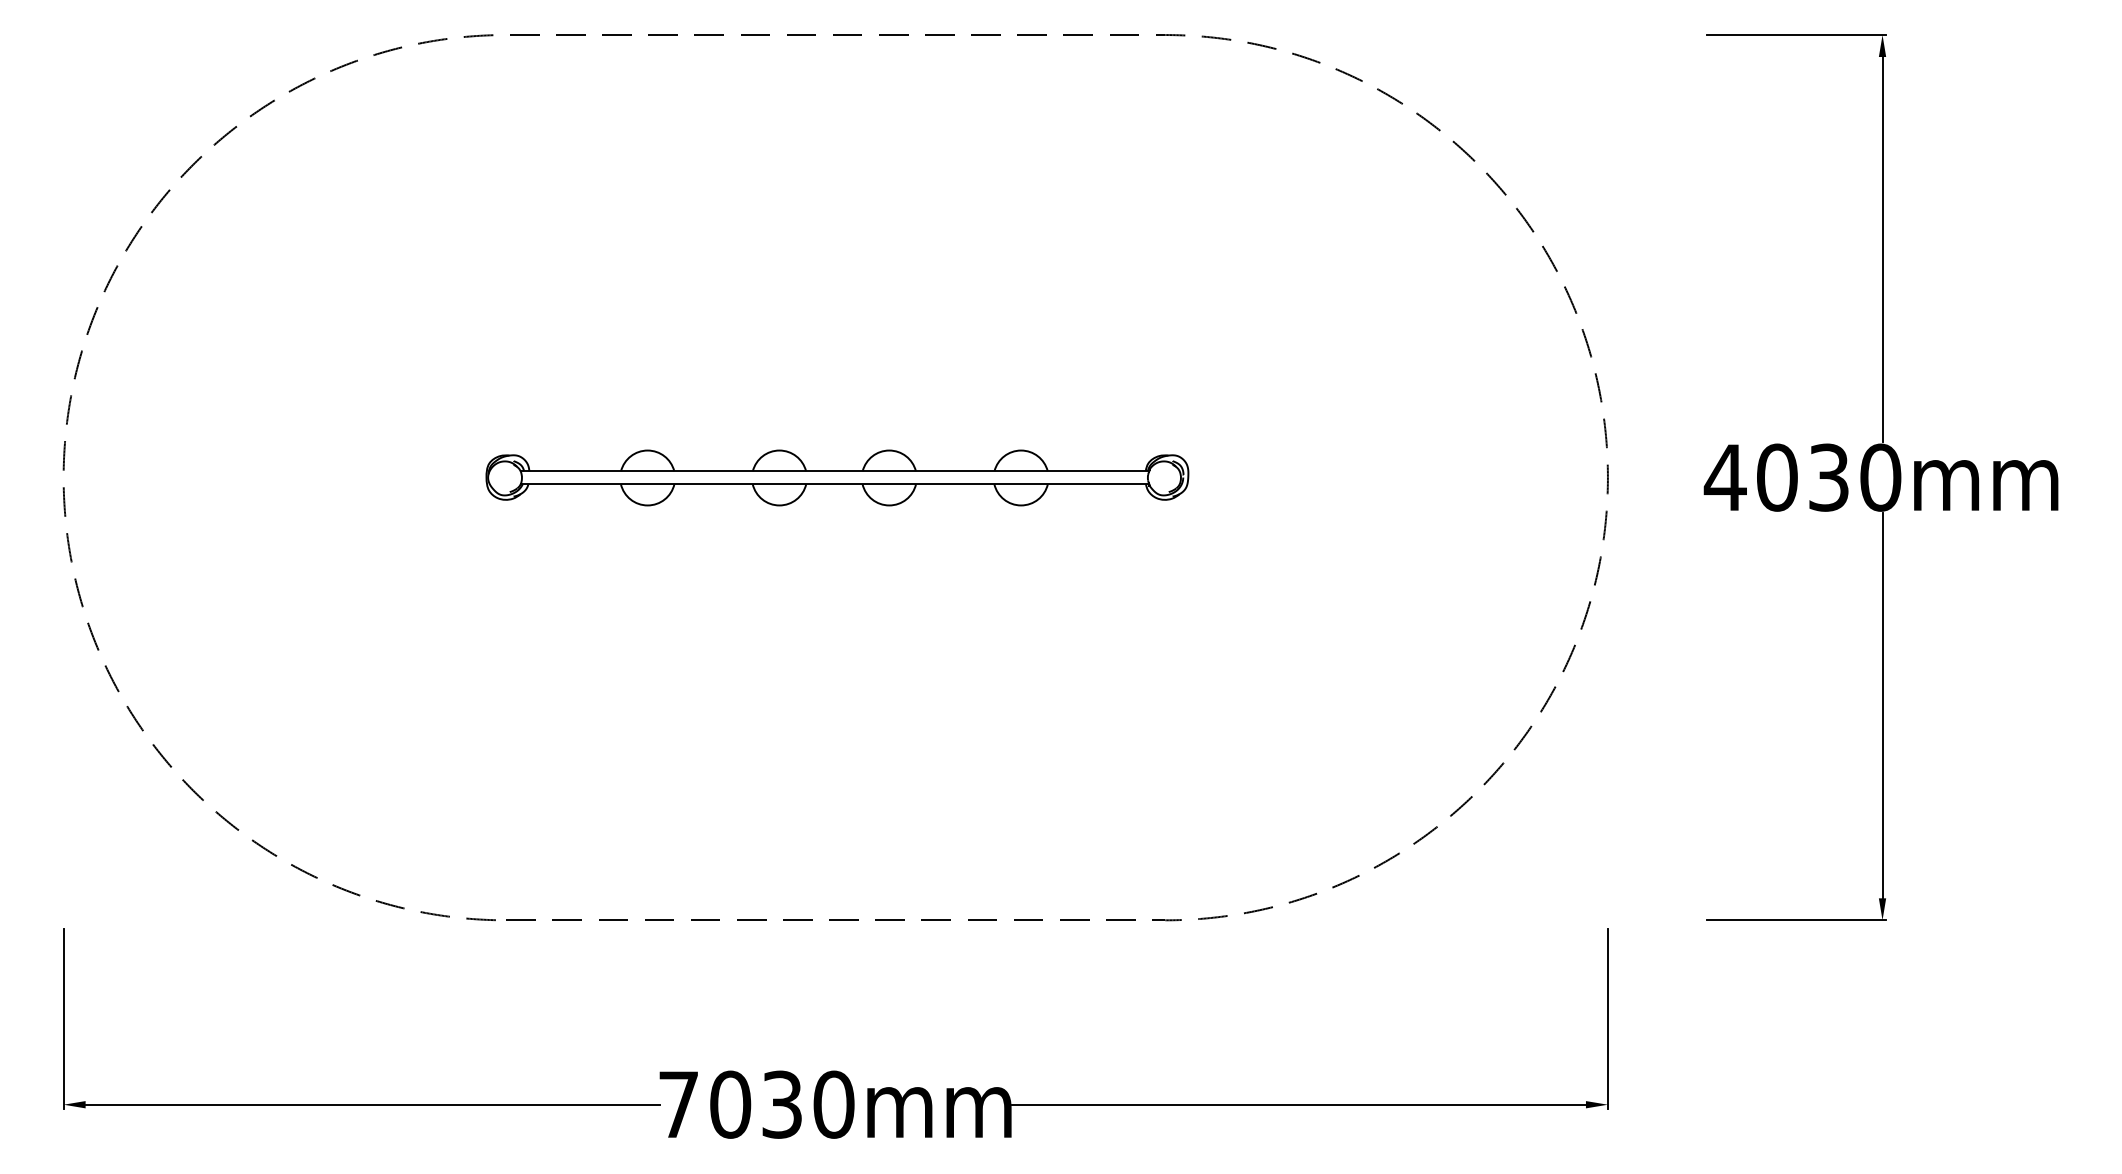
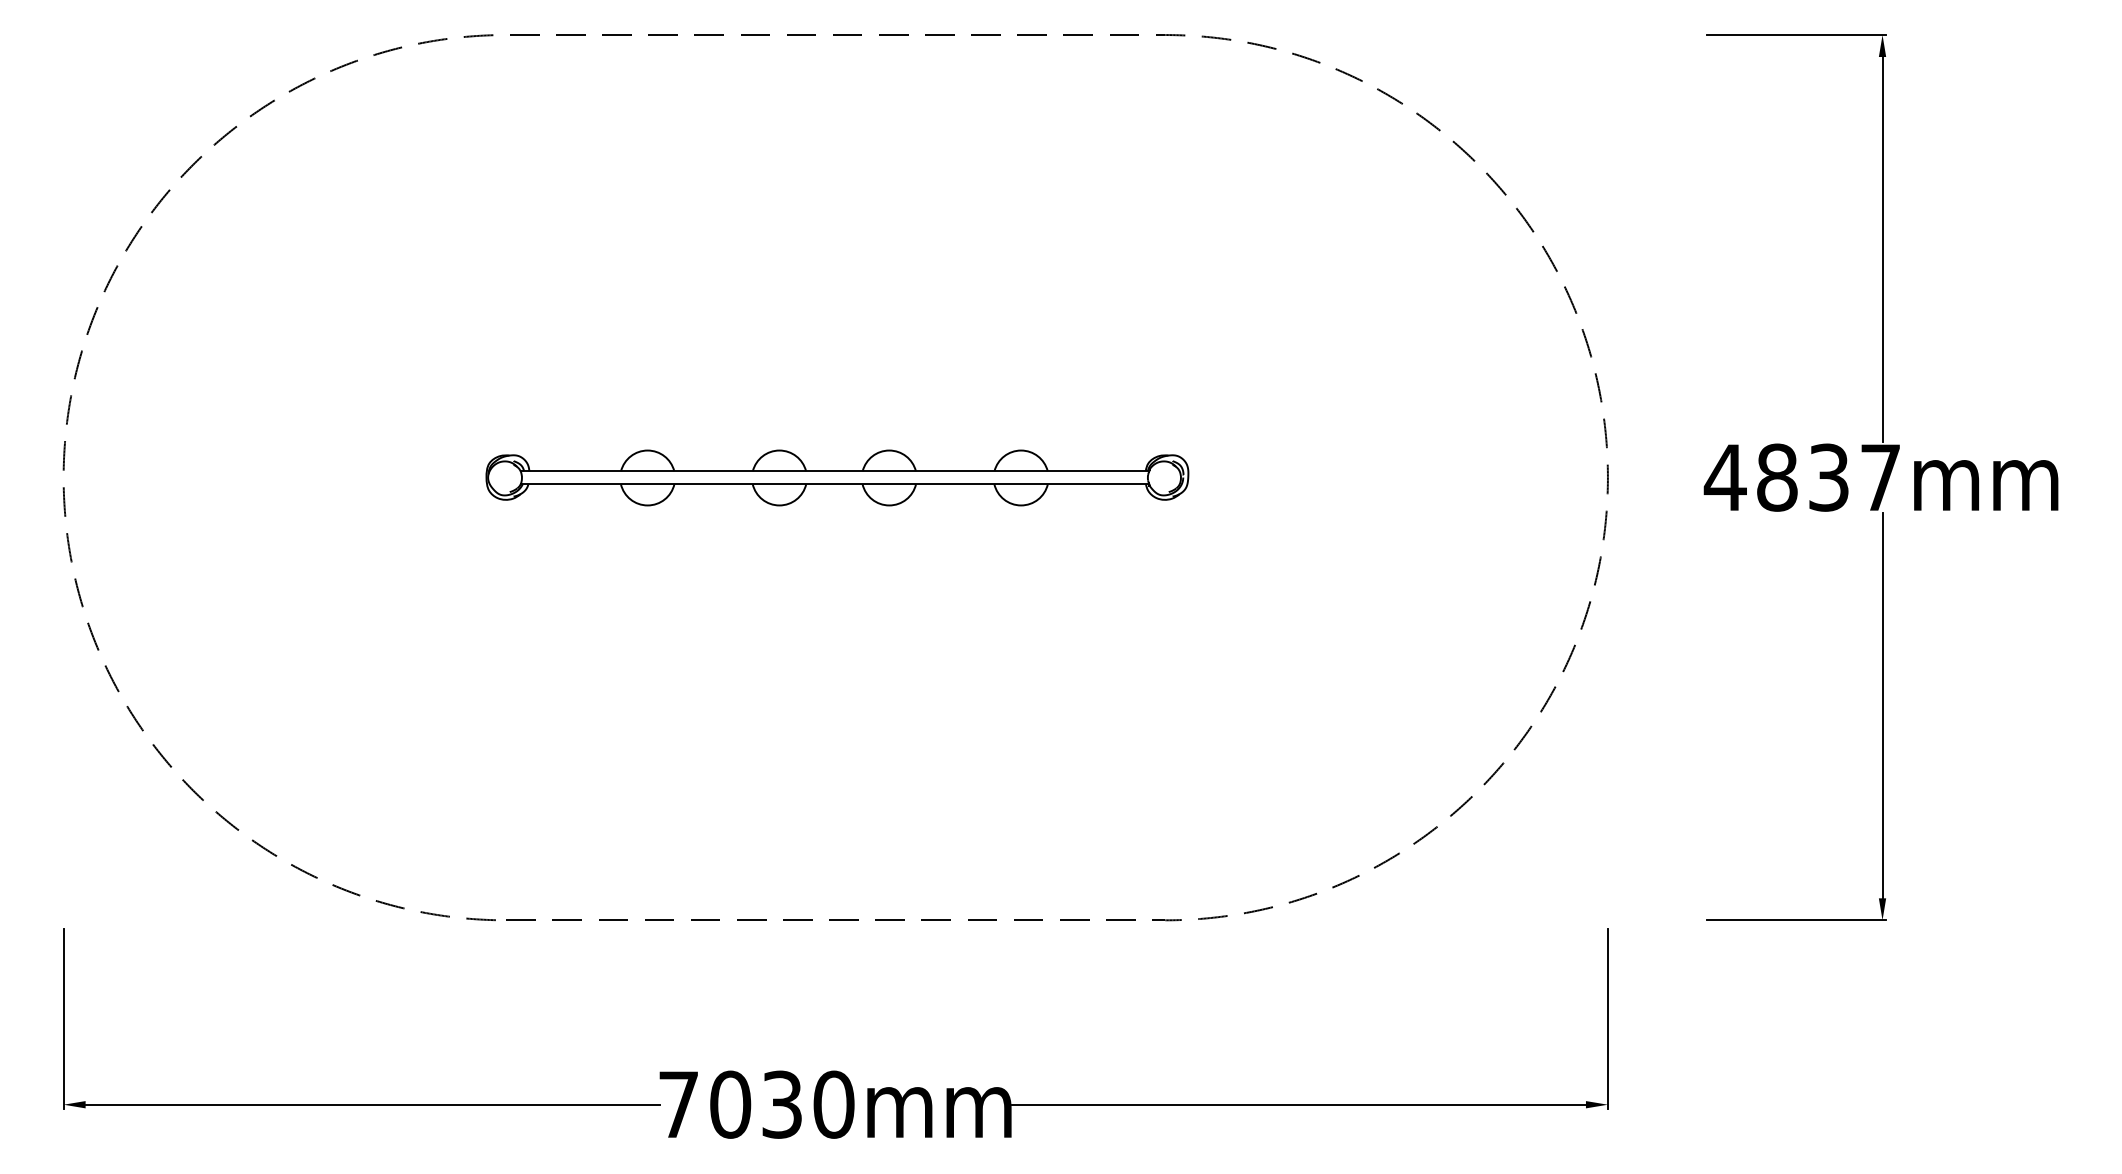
text at (1829, 477): 4030mm -> 4837mm
